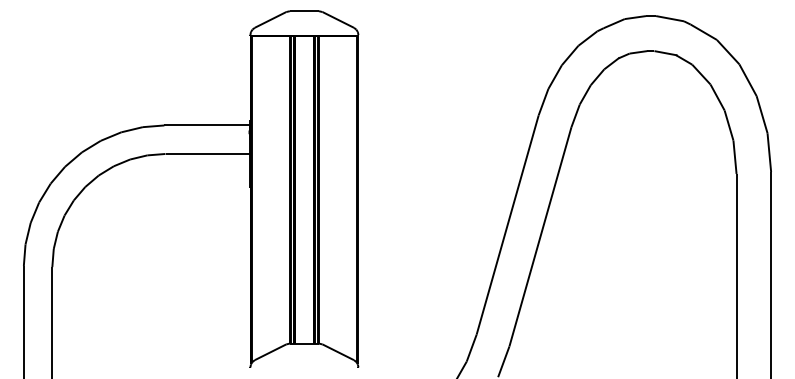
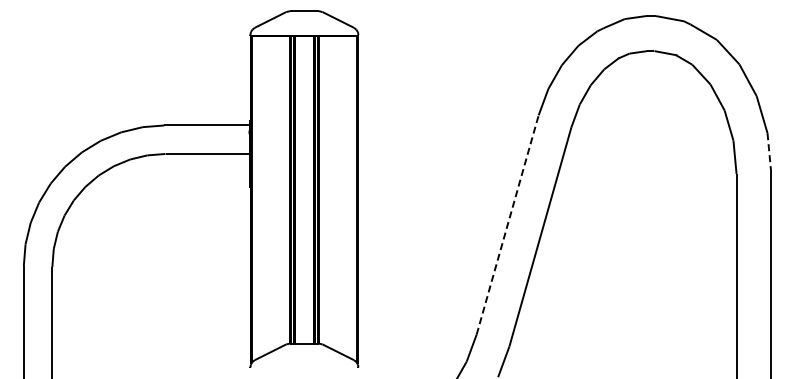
line at (769, 152): solid -> dashed
line at (507, 225): solid -> dashed
